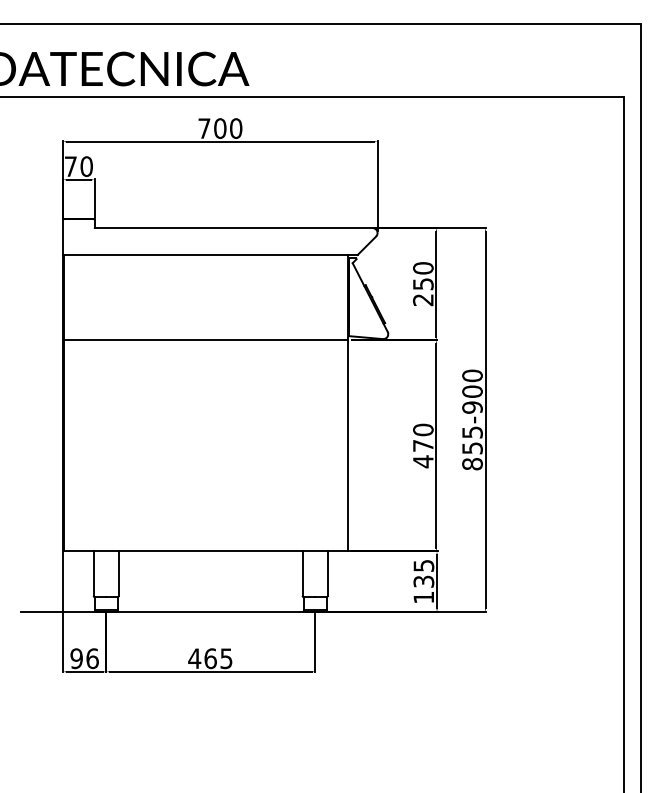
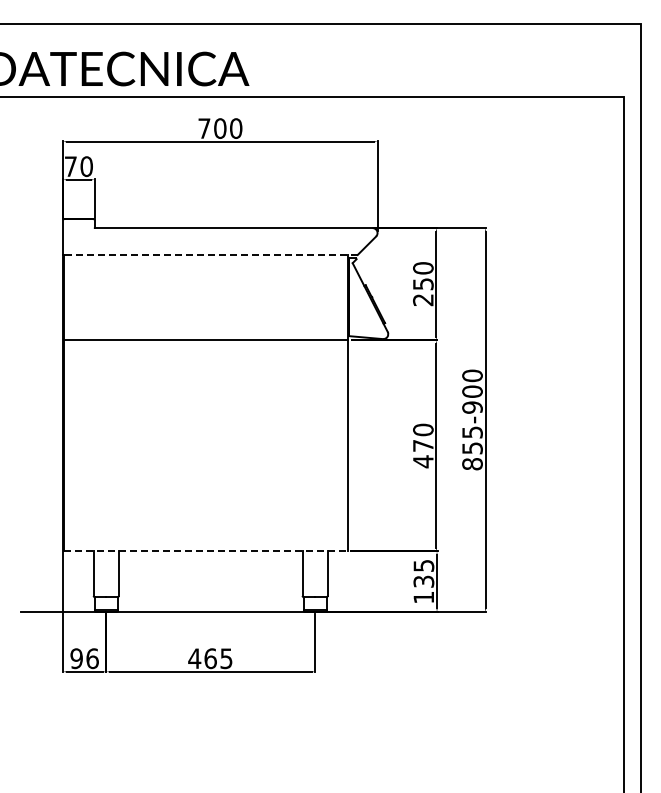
line at (210, 255): solid -> dashed
line at (207, 551): solid -> dashed
